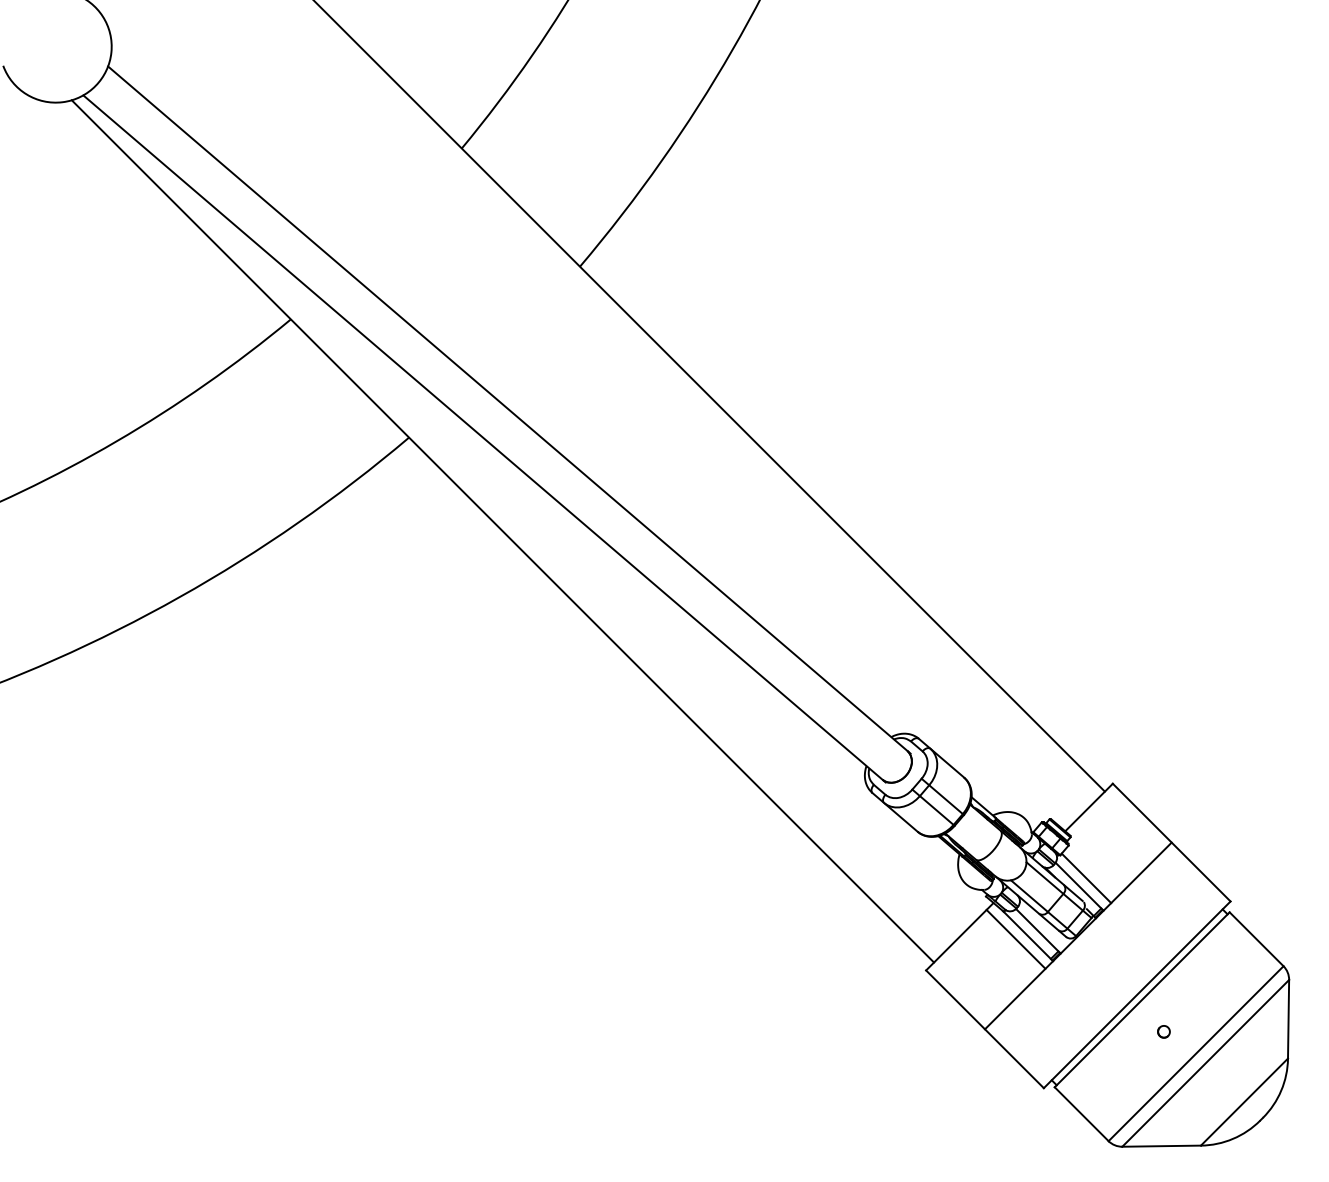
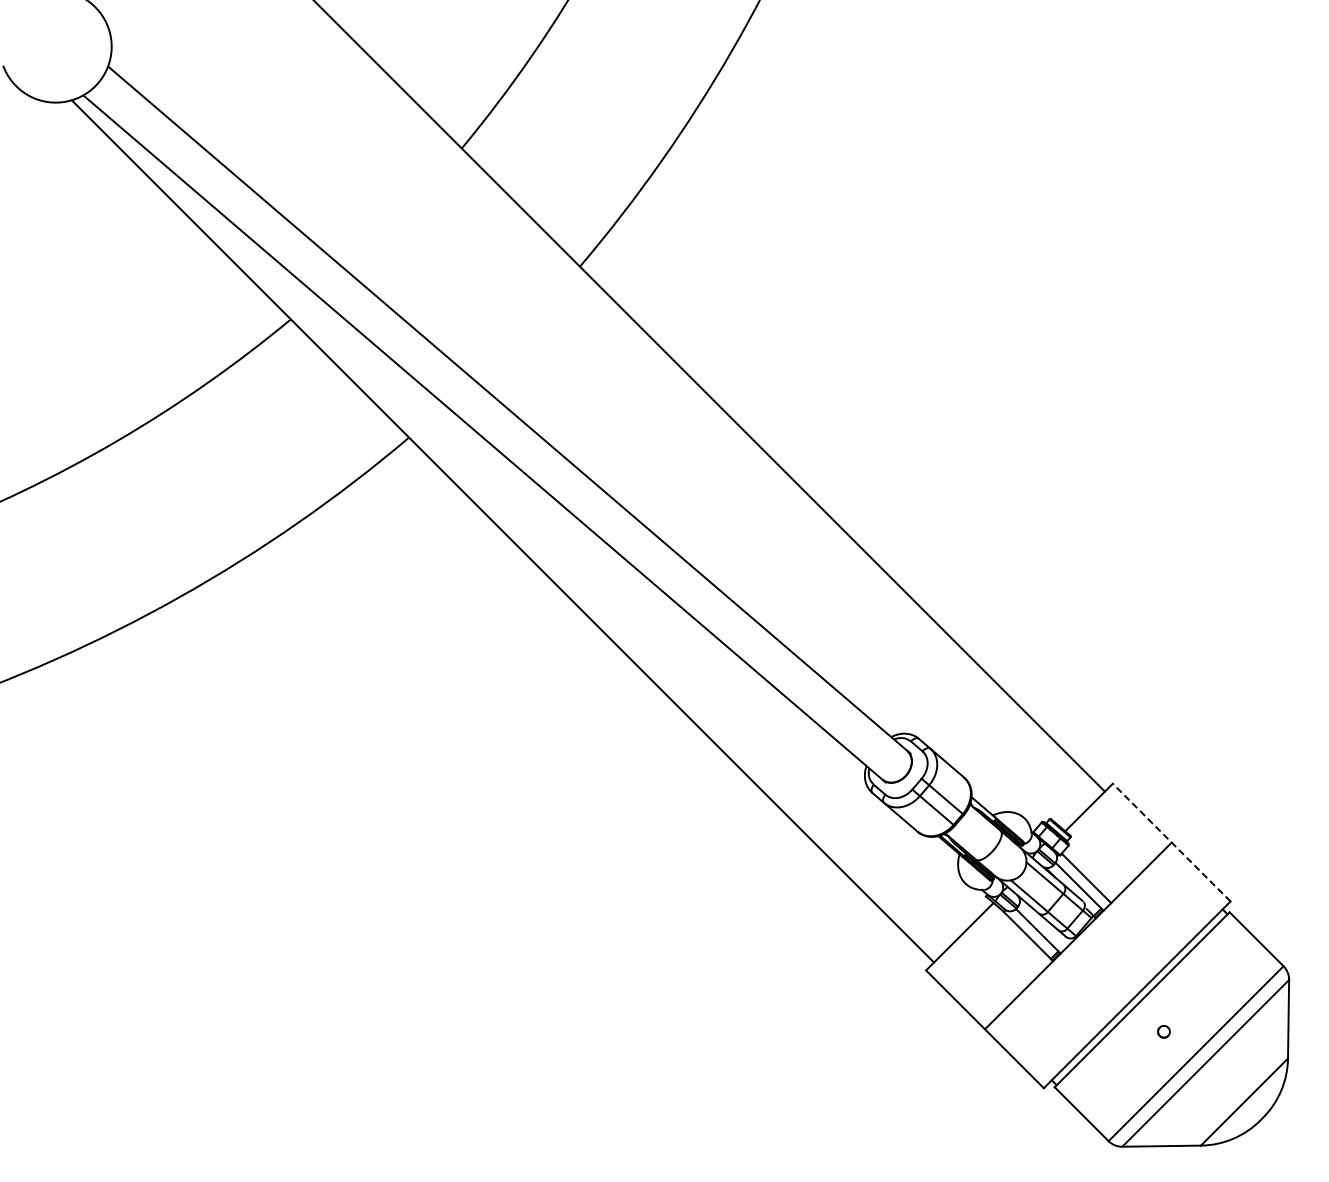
line at (1171, 842): solid -> dashed
line at (1015, 938): present -> none
